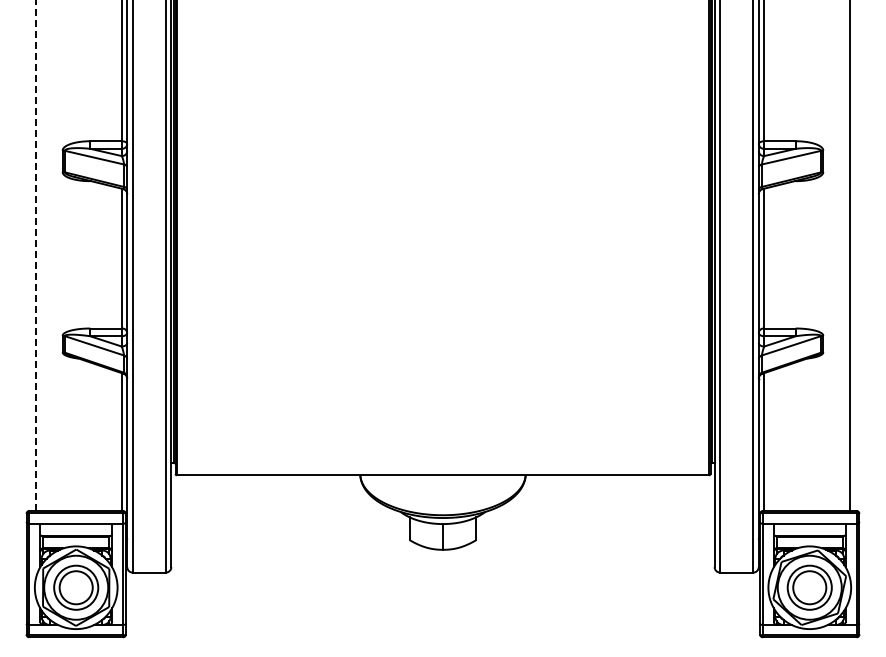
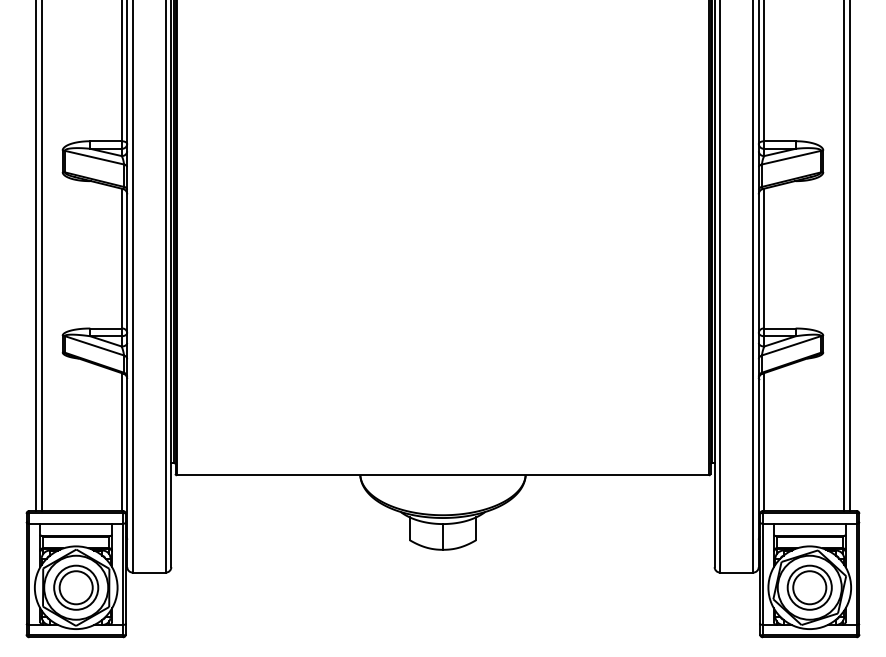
line at (36, 255): dashed -> solid
line at (41, 256): none -> present
line at (844, 256): none -> present
